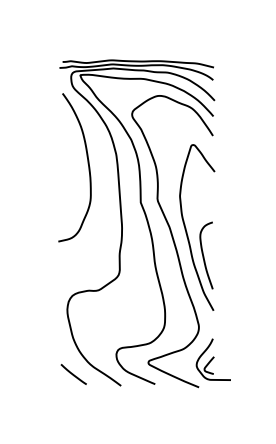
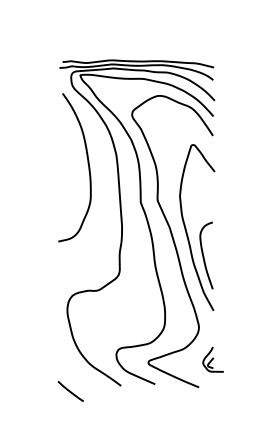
part at (212, 359) size: 36x43 px -> 22x27 px
line at (73, 374) position: (73, 374) -> (70, 391)
